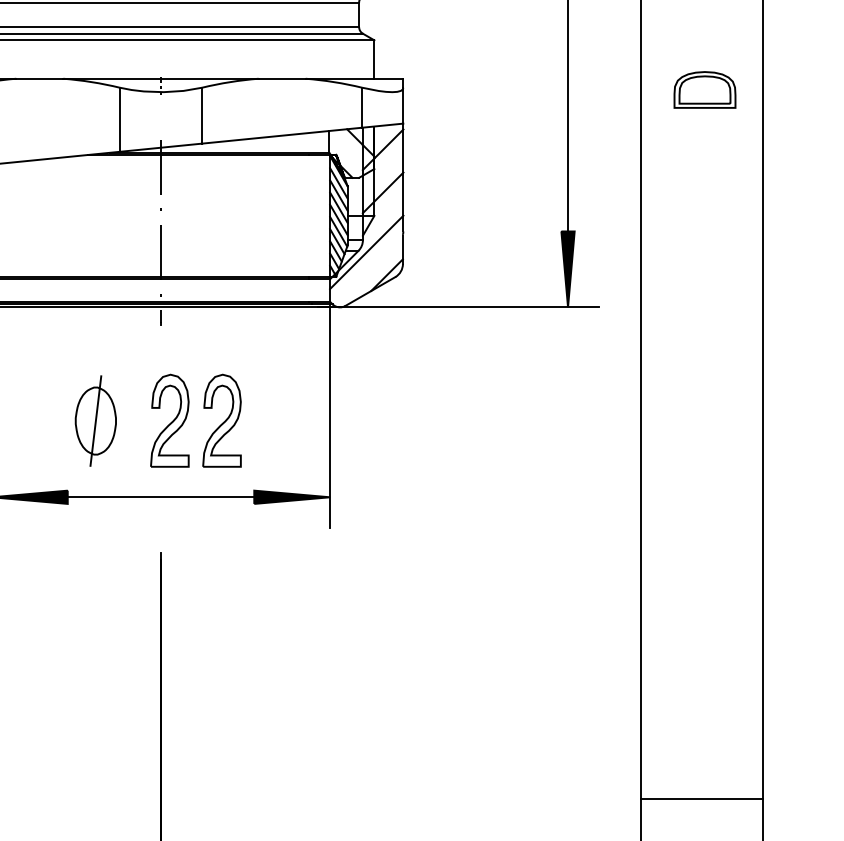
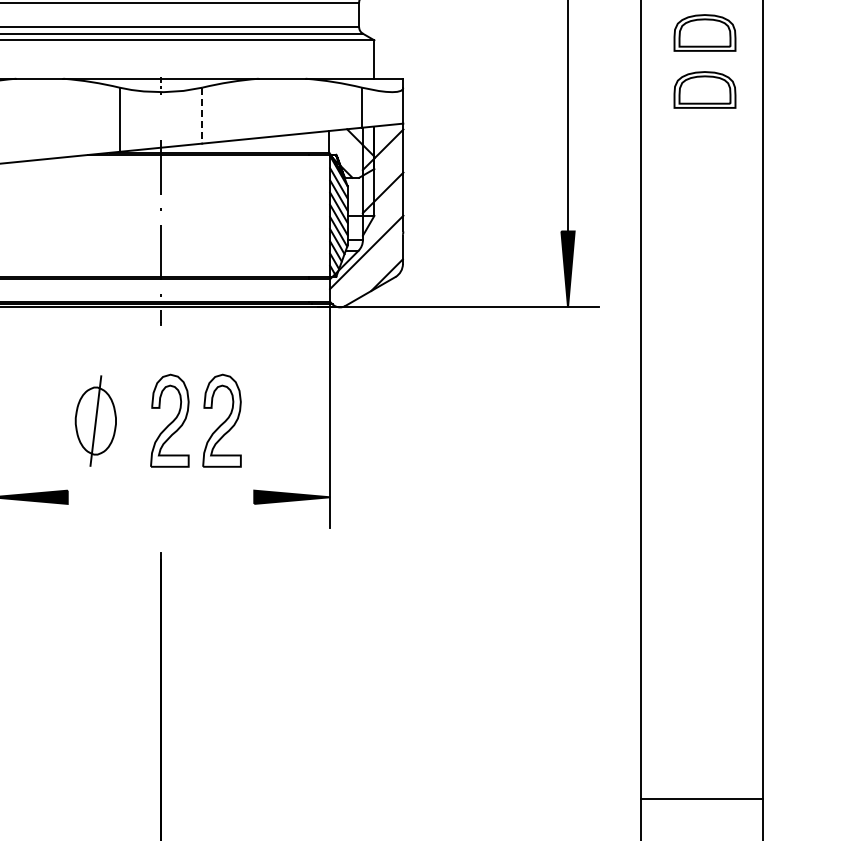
part at (704, 32): none -> present
line at (202, 115): solid -> dashed
line at (160, 497): present -> none
